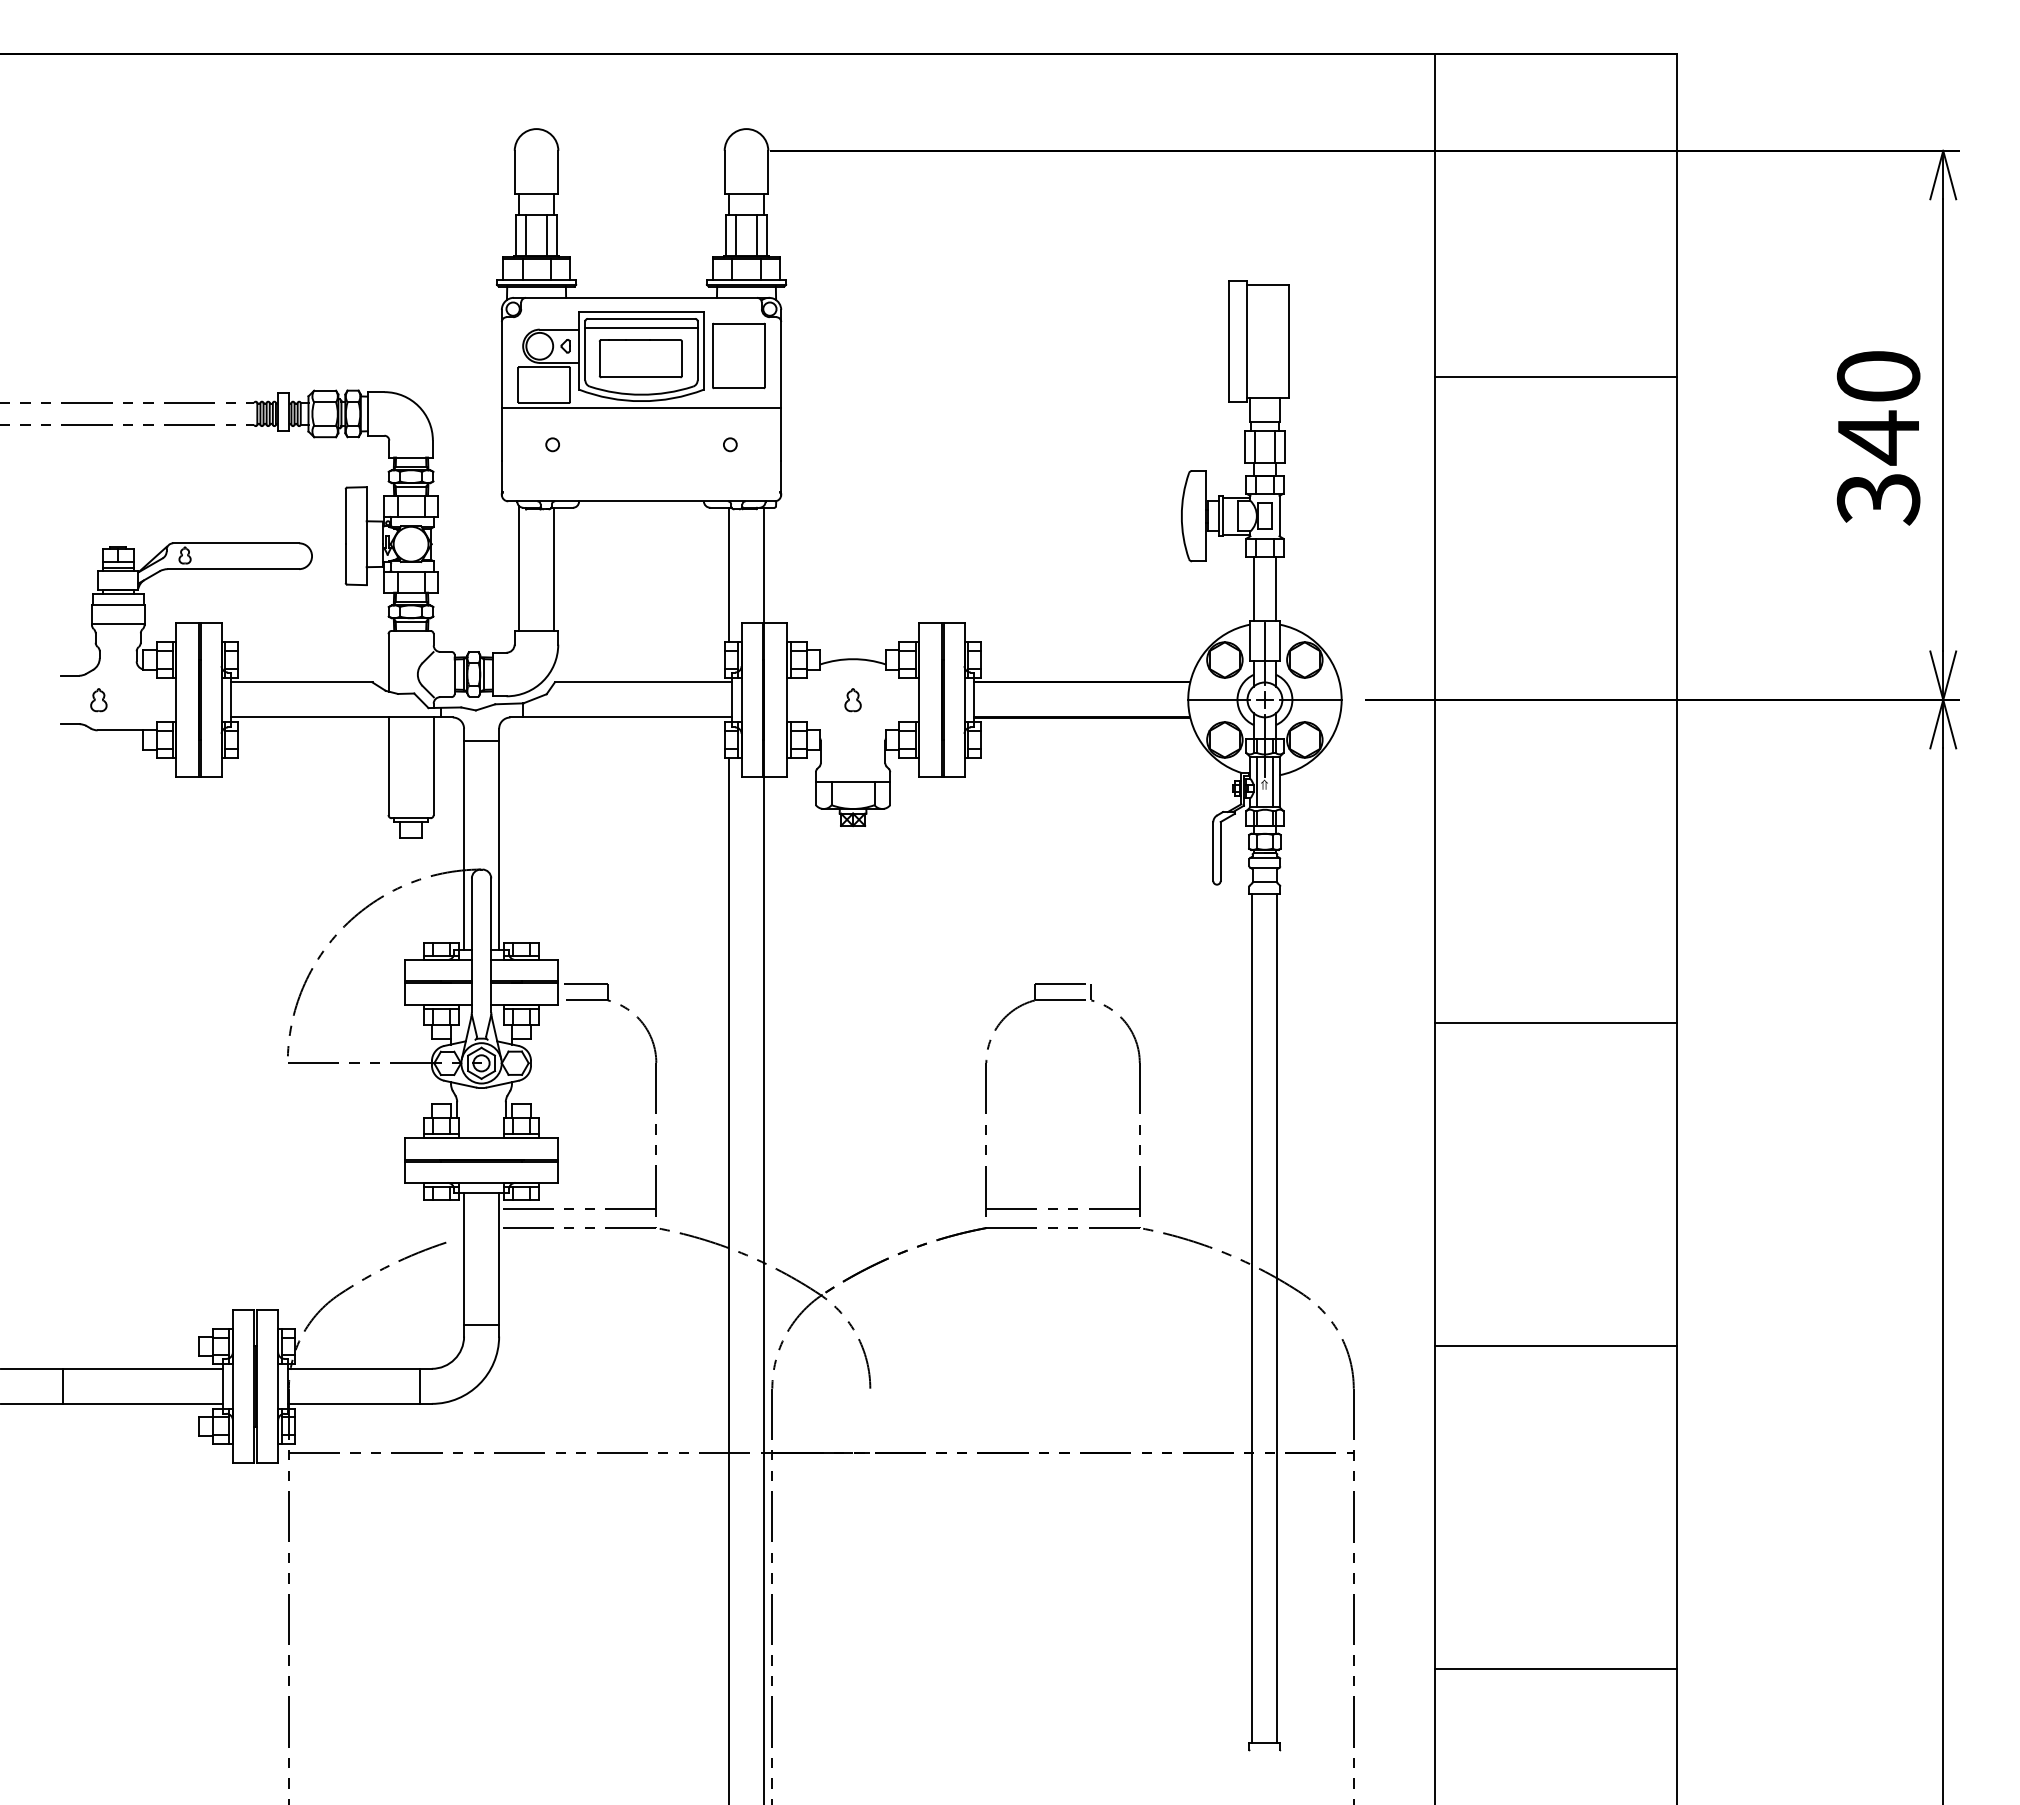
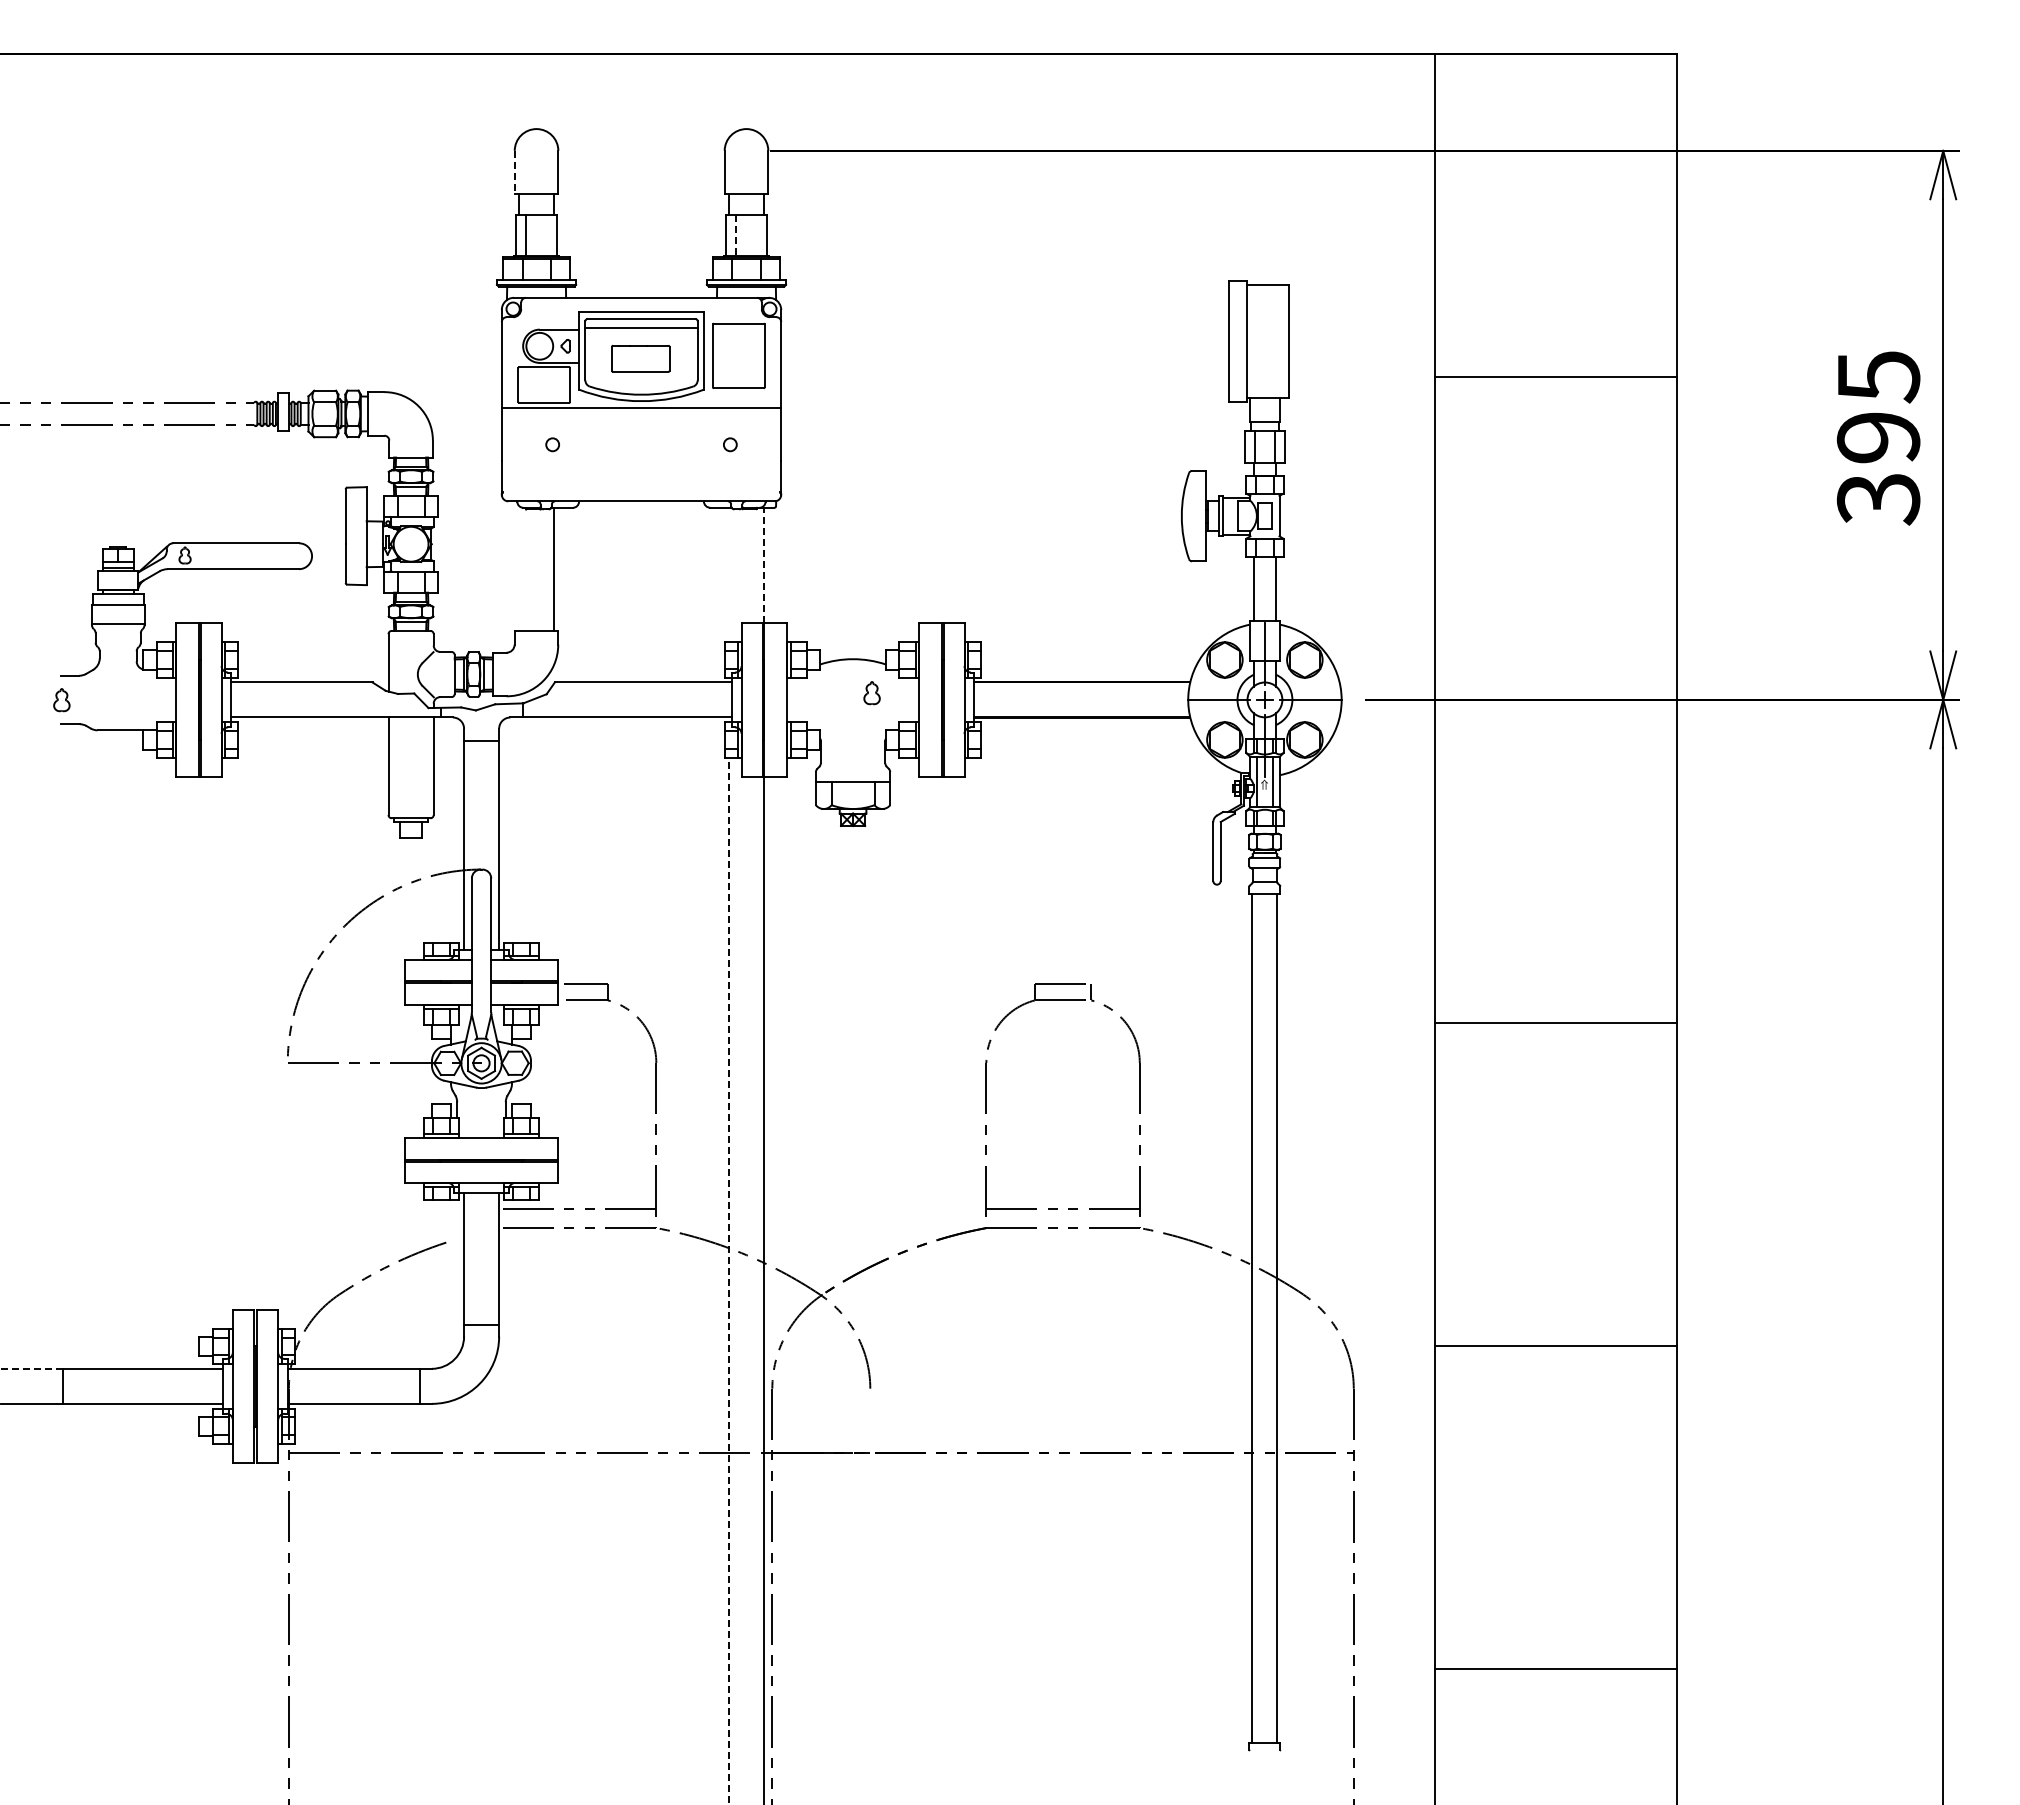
line at (514, 172): solid -> dashed
line at (546, 235): present -> none
line at (756, 235): present -> none
line at (736, 236): solid -> dashed
part at (640, 358) size: 85x40 px -> 60x29 px
text at (1878, 408): 340 -> 395
line at (764, 565): solid -> dashed
line at (519, 568): present -> none
line at (728, 574): present -> none
part at (98, 700) position: (98, 700) -> (61, 700)
part at (852, 700) position: (852, 700) -> (871, 693)
line at (728, 1281): solid -> dashed
line at (31, 1368): solid -> dashed
